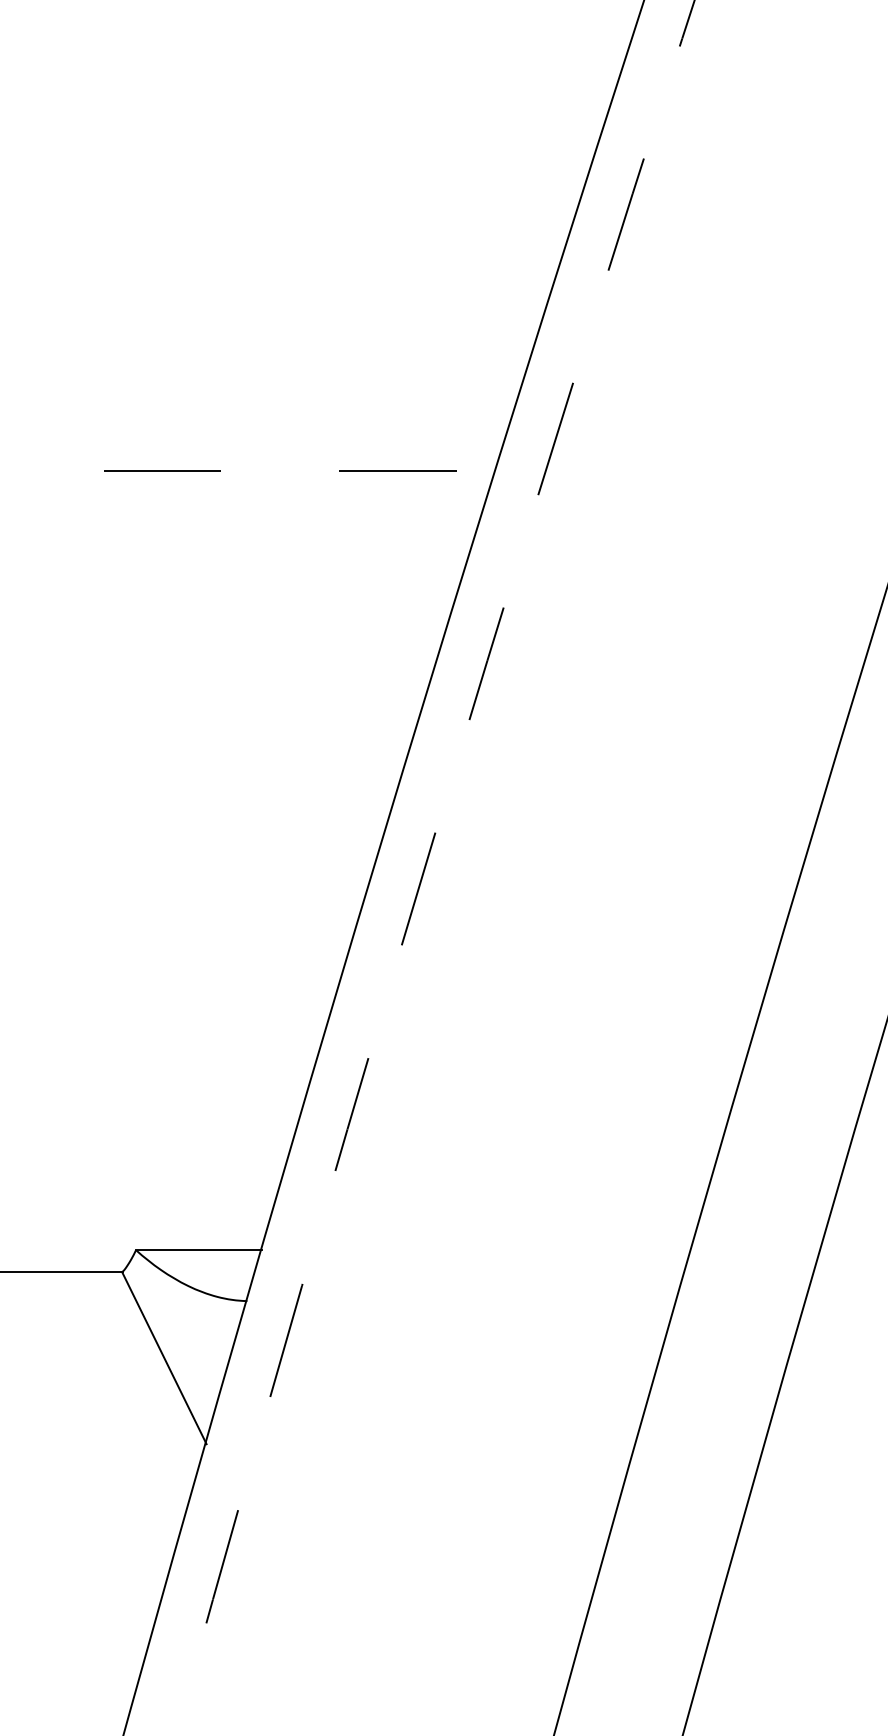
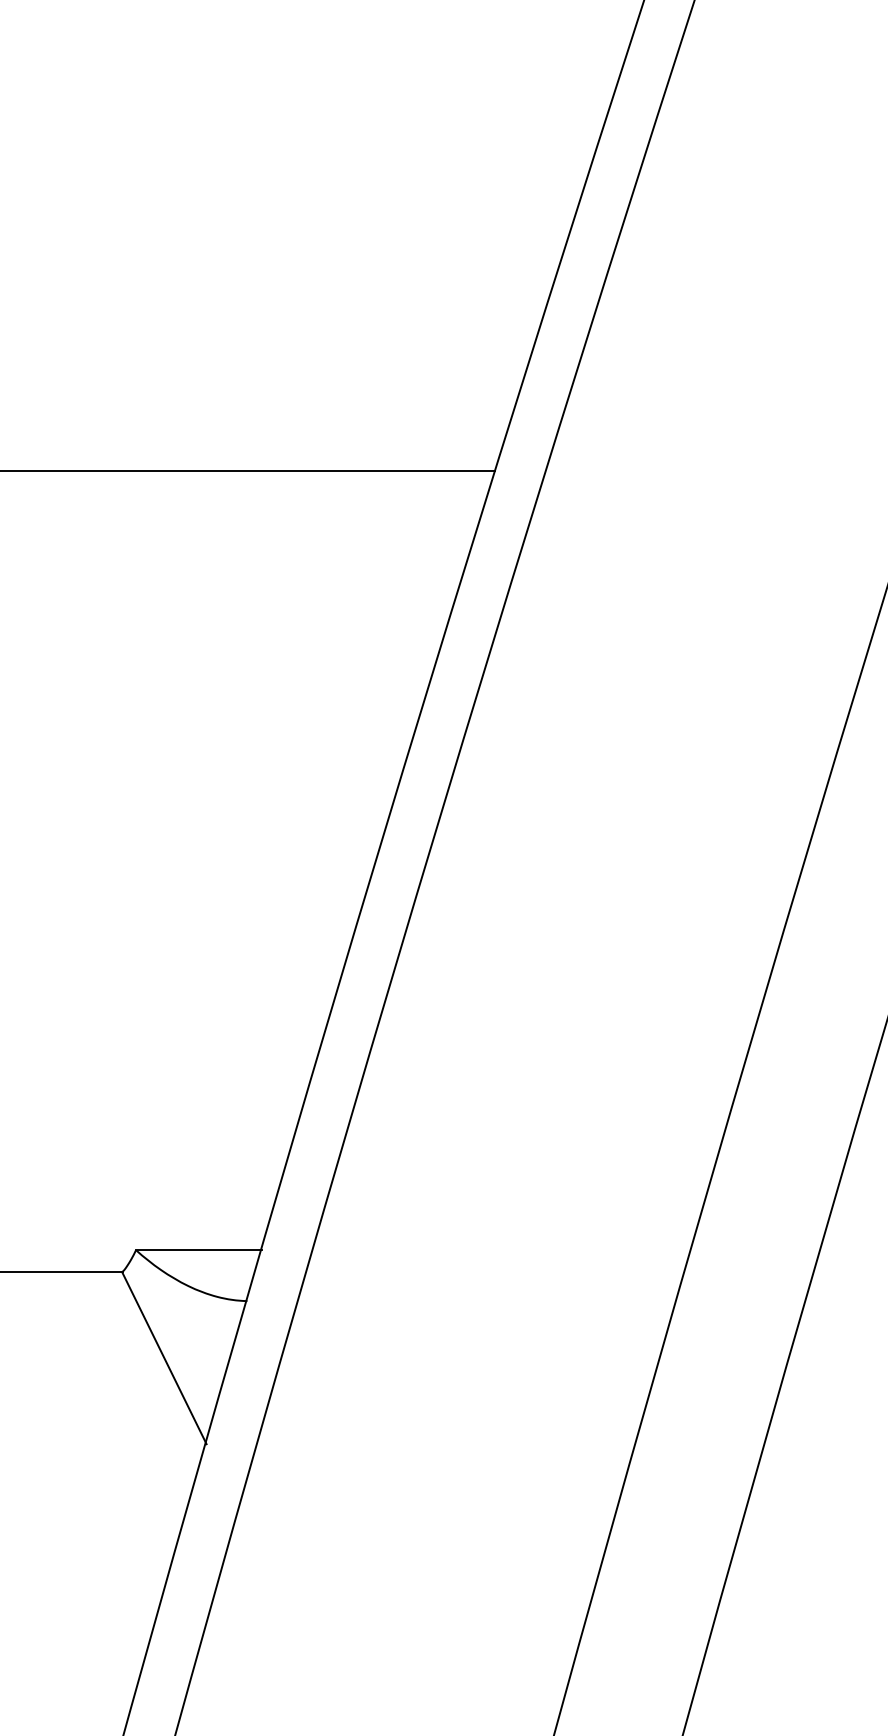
line at (248, 470): dashed -> solid
arc at (425, 866): dashed -> solid
